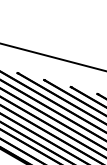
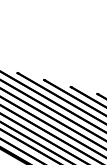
line at (52, 57): present -> none
